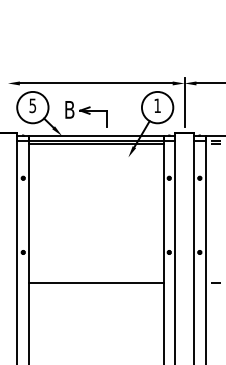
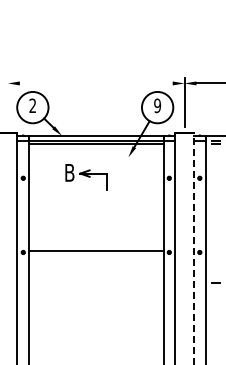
line at (95, 83): present -> none
text at (32, 105): 5 -> 2
text at (157, 105): 1 -> 9
part at (86, 114) position: (86, 114) -> (86, 177)
line at (193, 248): solid -> dashed
line at (96, 283) position: (96, 283) -> (96, 251)
